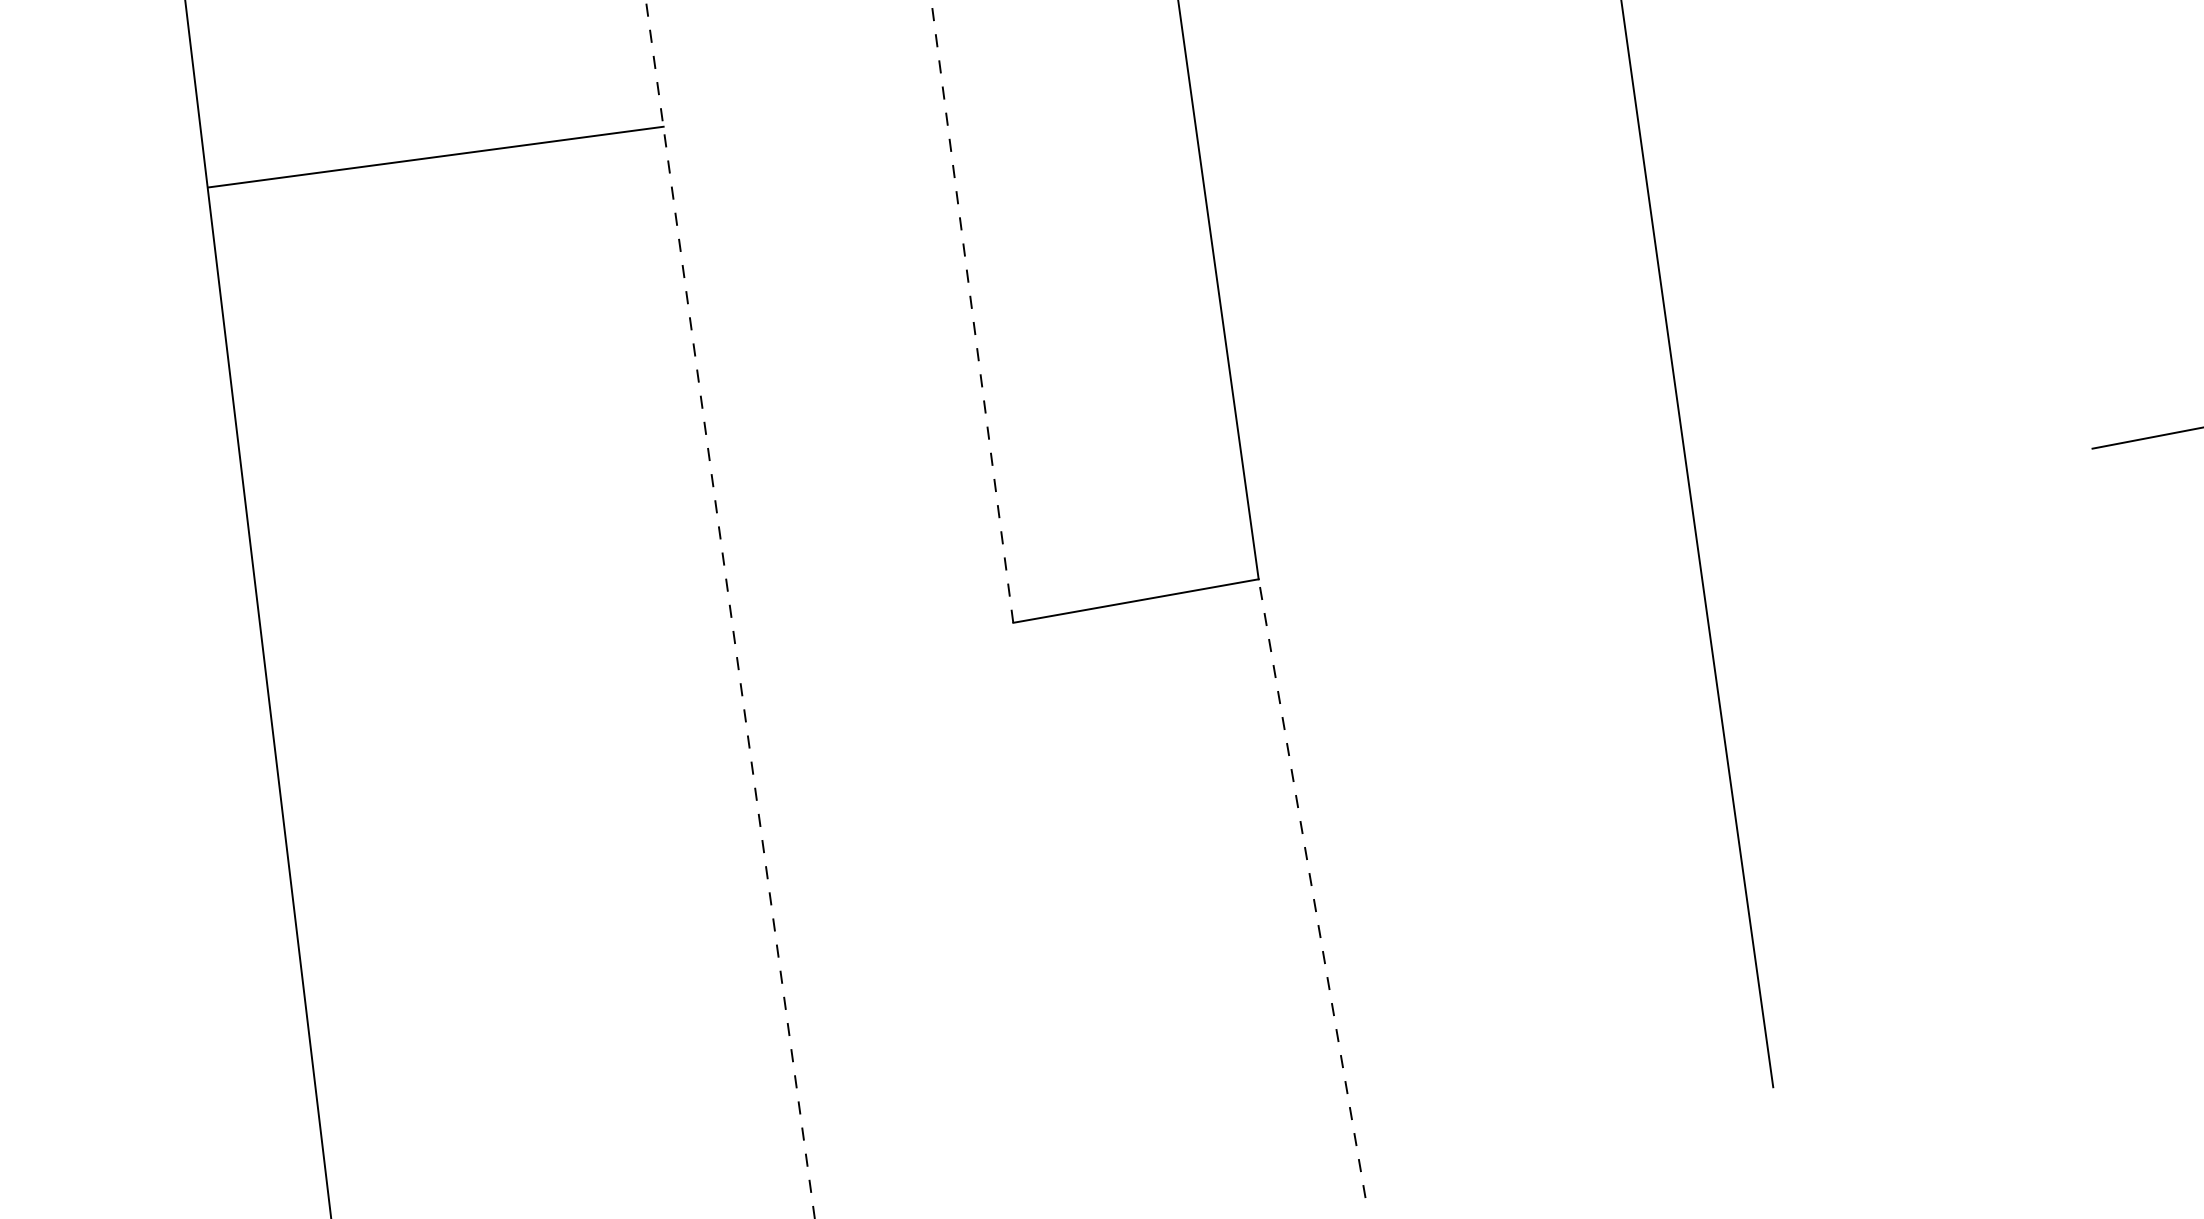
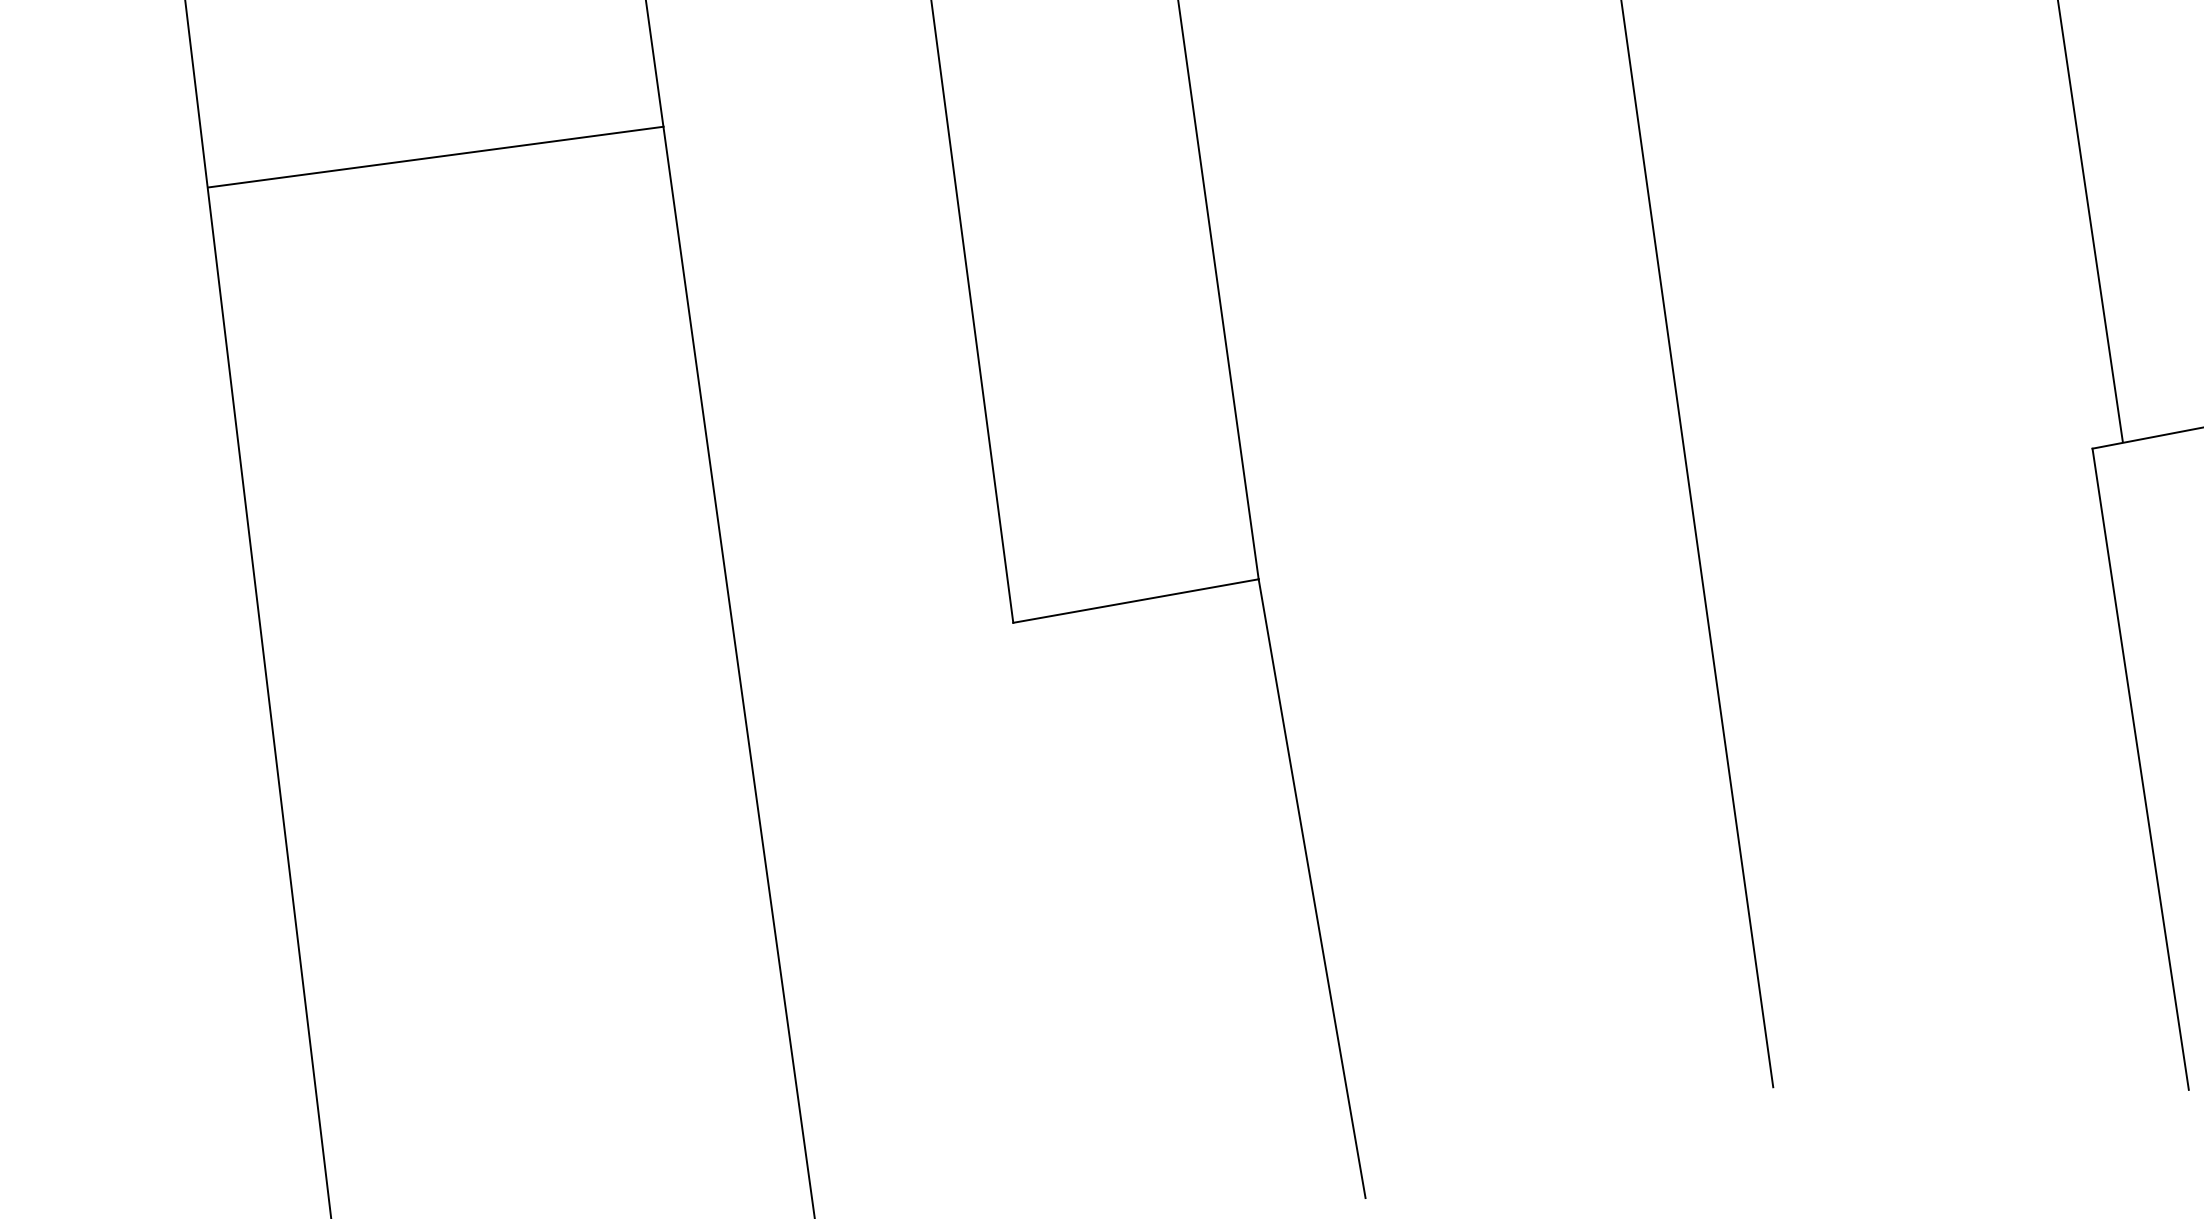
line at (2090, 222): none -> present
line at (972, 311): dashed -> solid
line at (730, 609): dashed -> solid
line at (2140, 768): none -> present
line at (1312, 888): dashed -> solid
